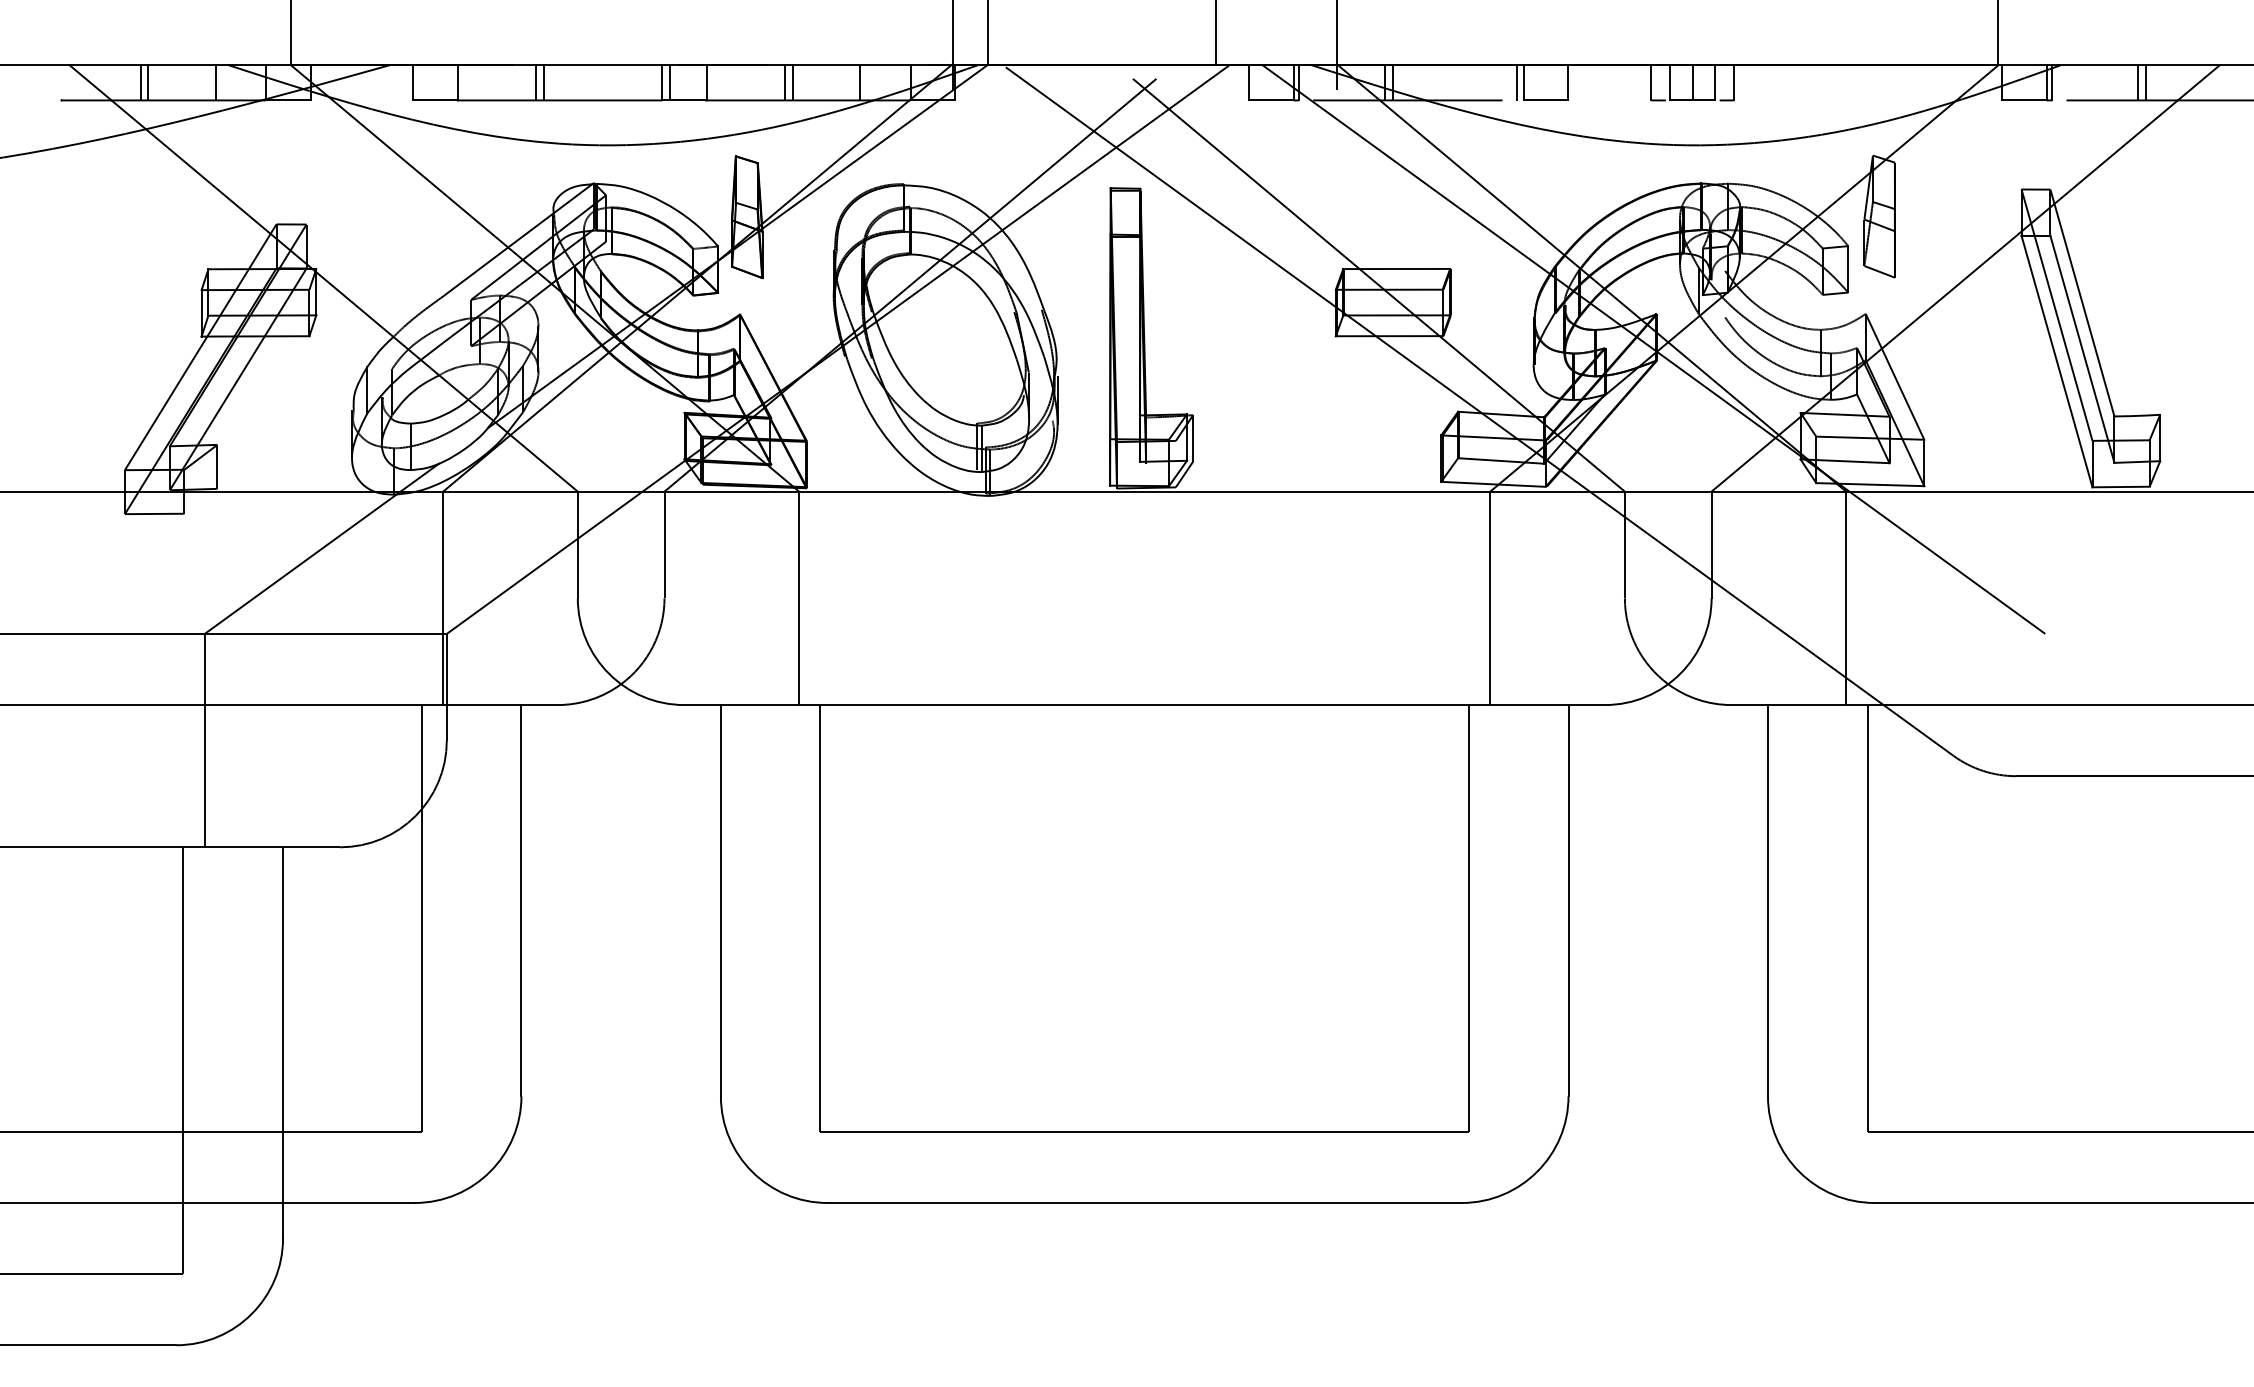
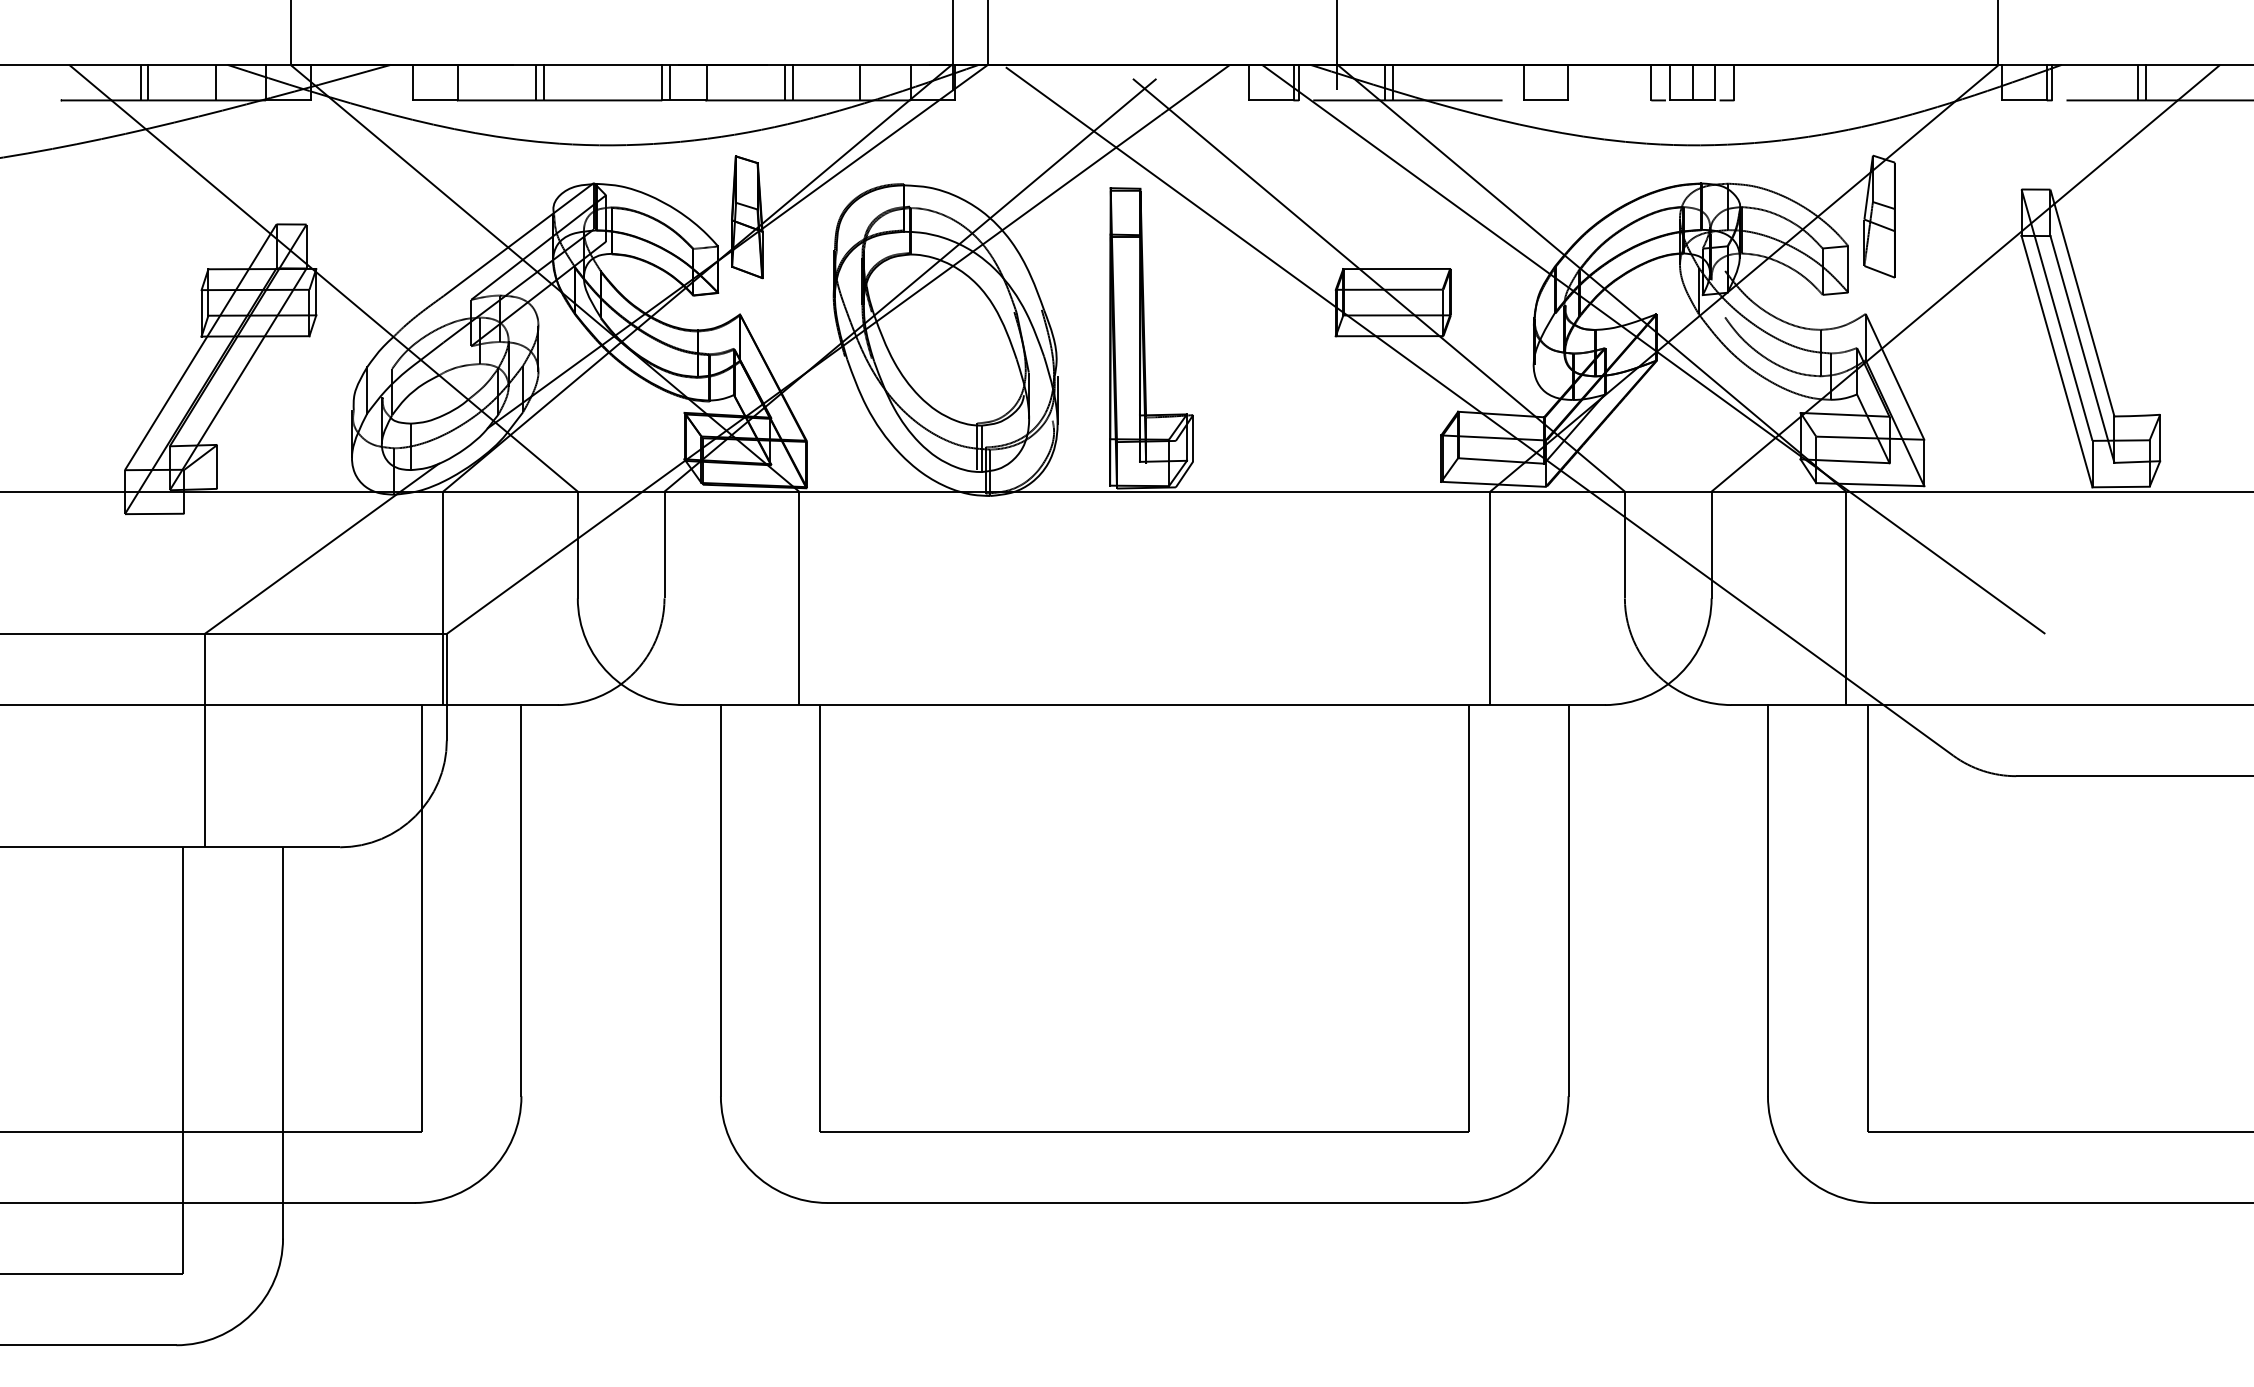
line at (1215, 33): present -> none
line at (1516, 82): present -> none
